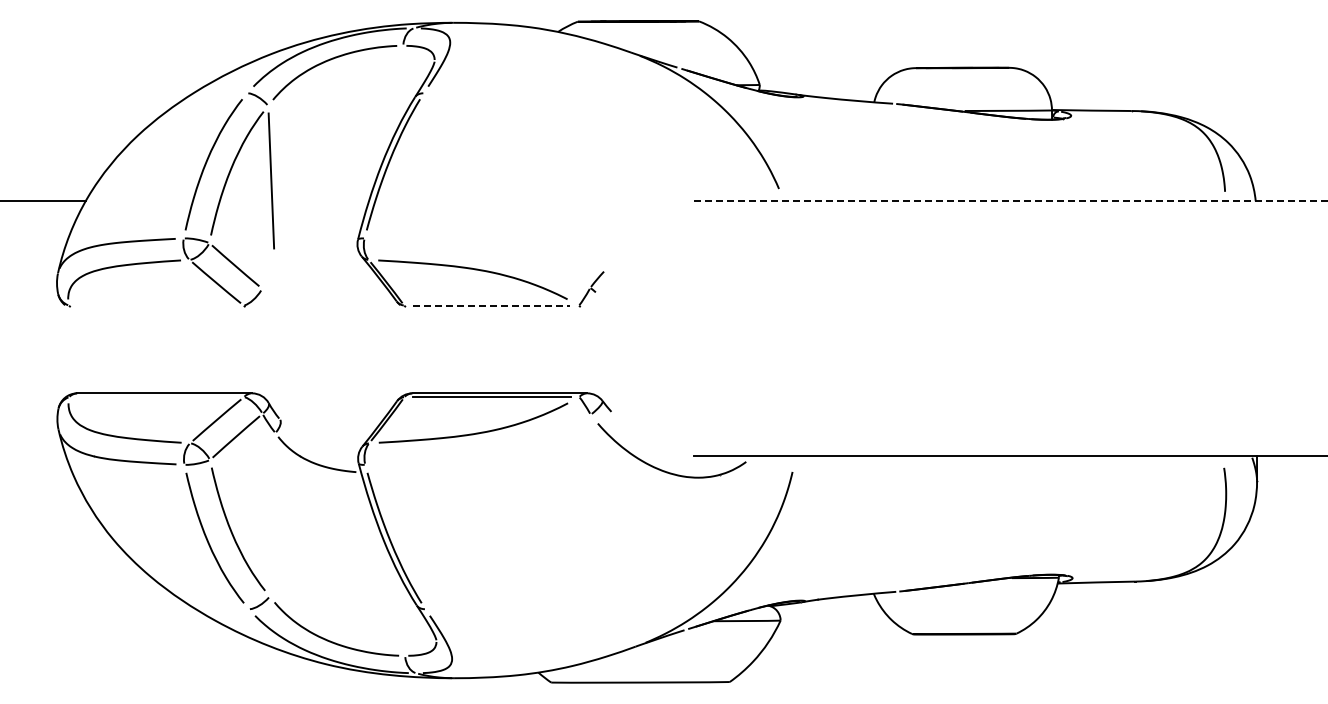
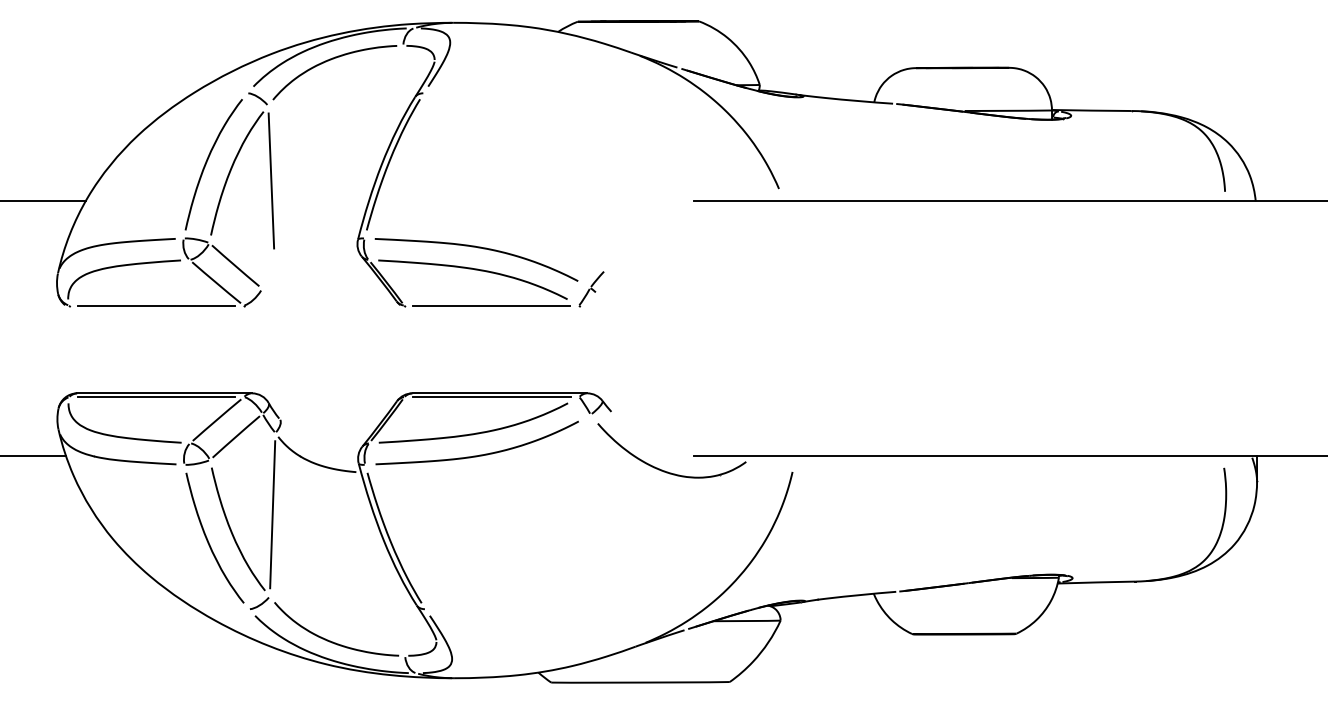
line at (1010, 201): dashed -> solid
curve at (478, 248): none -> present
line at (156, 305): none -> present
line at (491, 305): dashed -> solid
line at (156, 397): none -> present
part at (479, 454): none -> present
line at (34, 456): none -> present
line at (272, 514): none -> present
